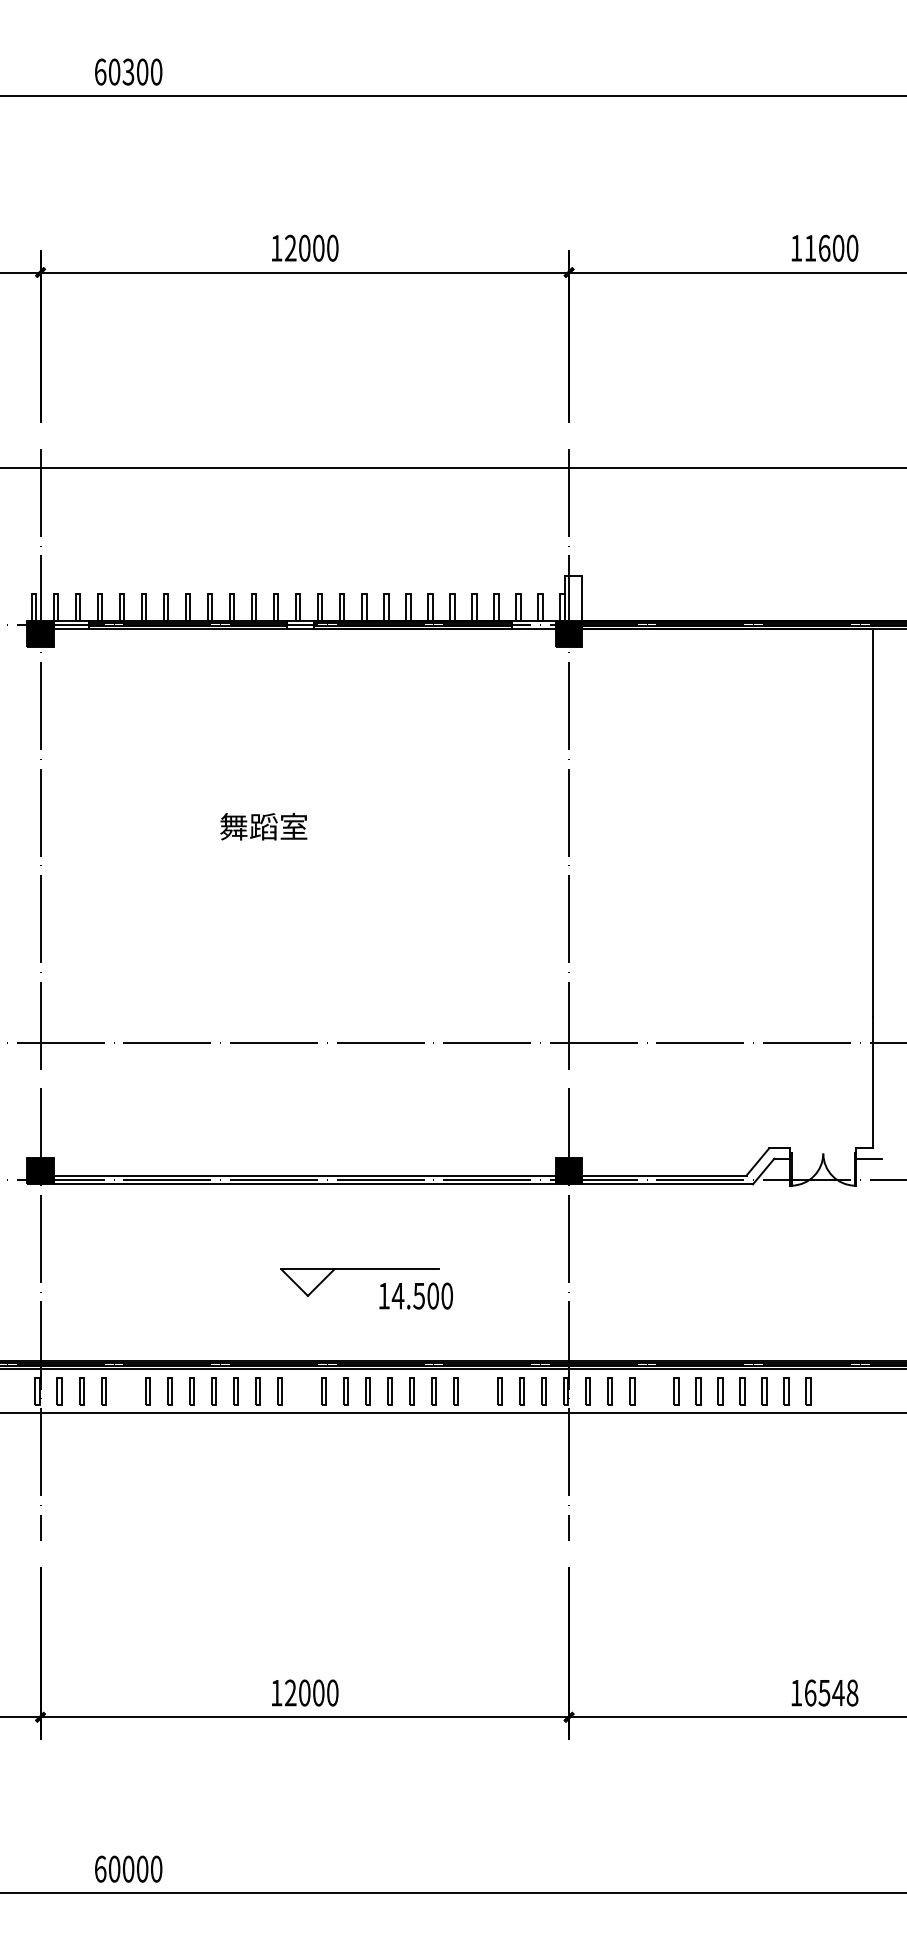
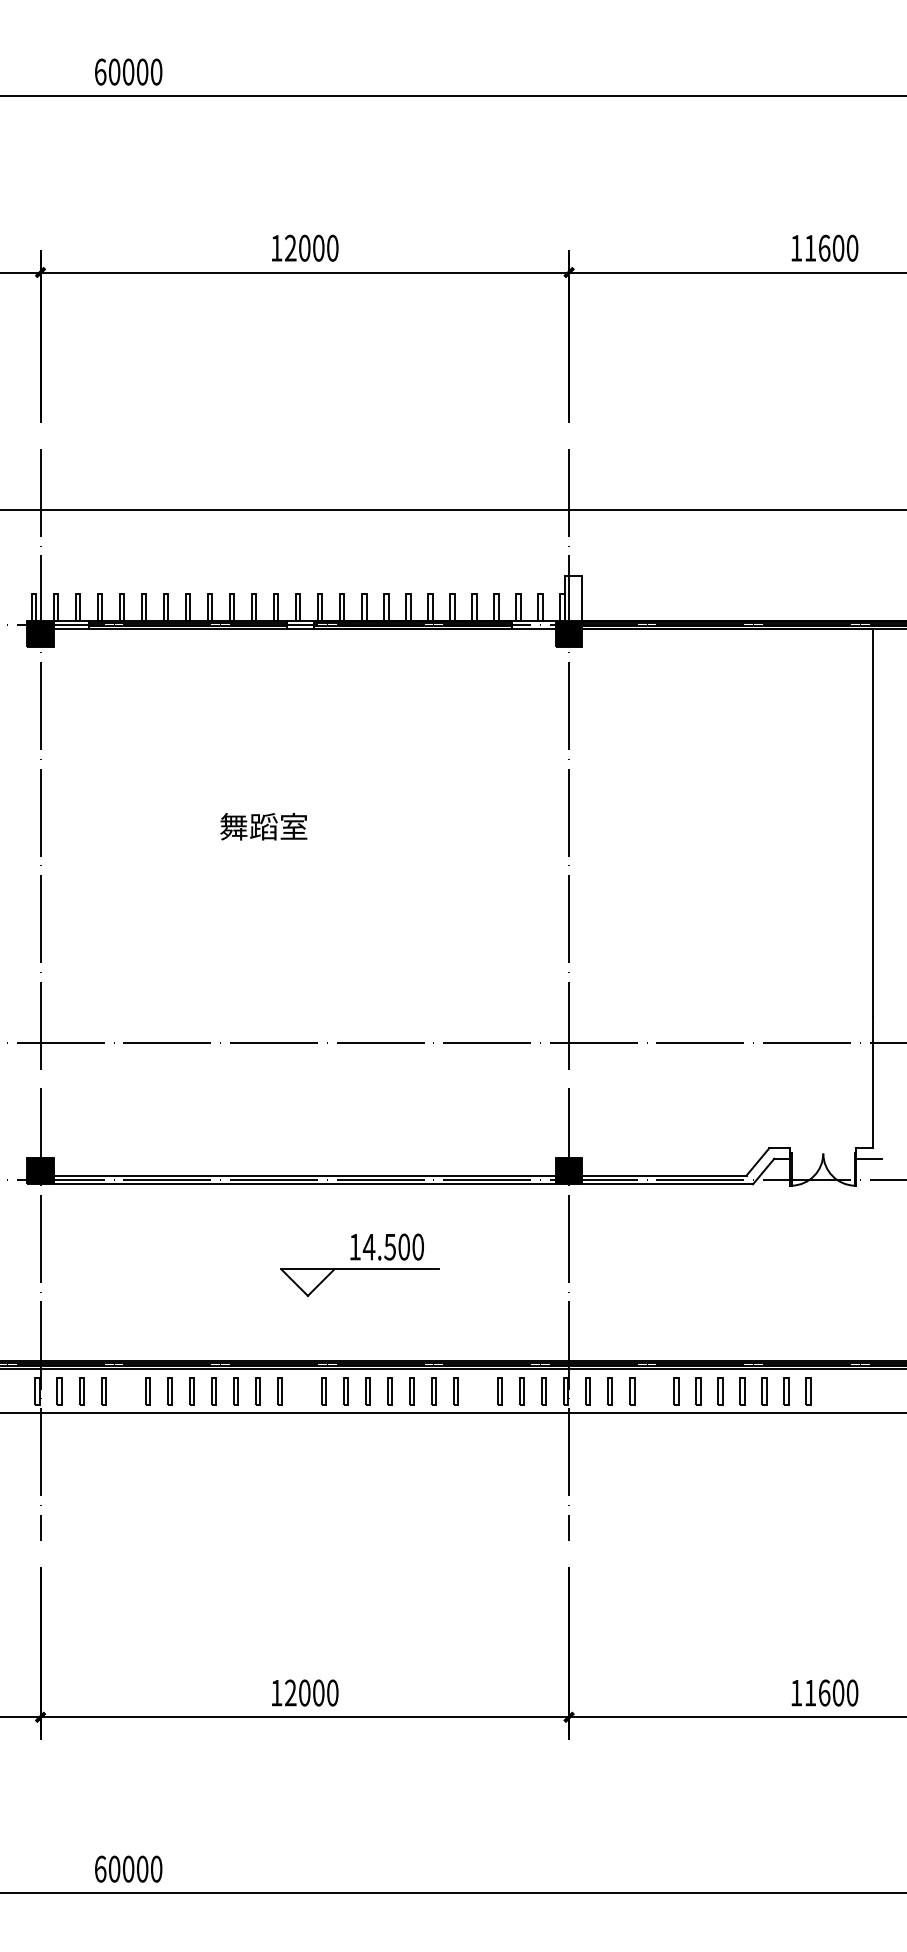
text at (128, 71): 60300 -> 60000
line at (452, 468) position: (452, 468) -> (452, 510)
text at (415, 1295) position: (415, 1295) -> (386, 1246)
text at (831, 1692): 16548 -> 11600
